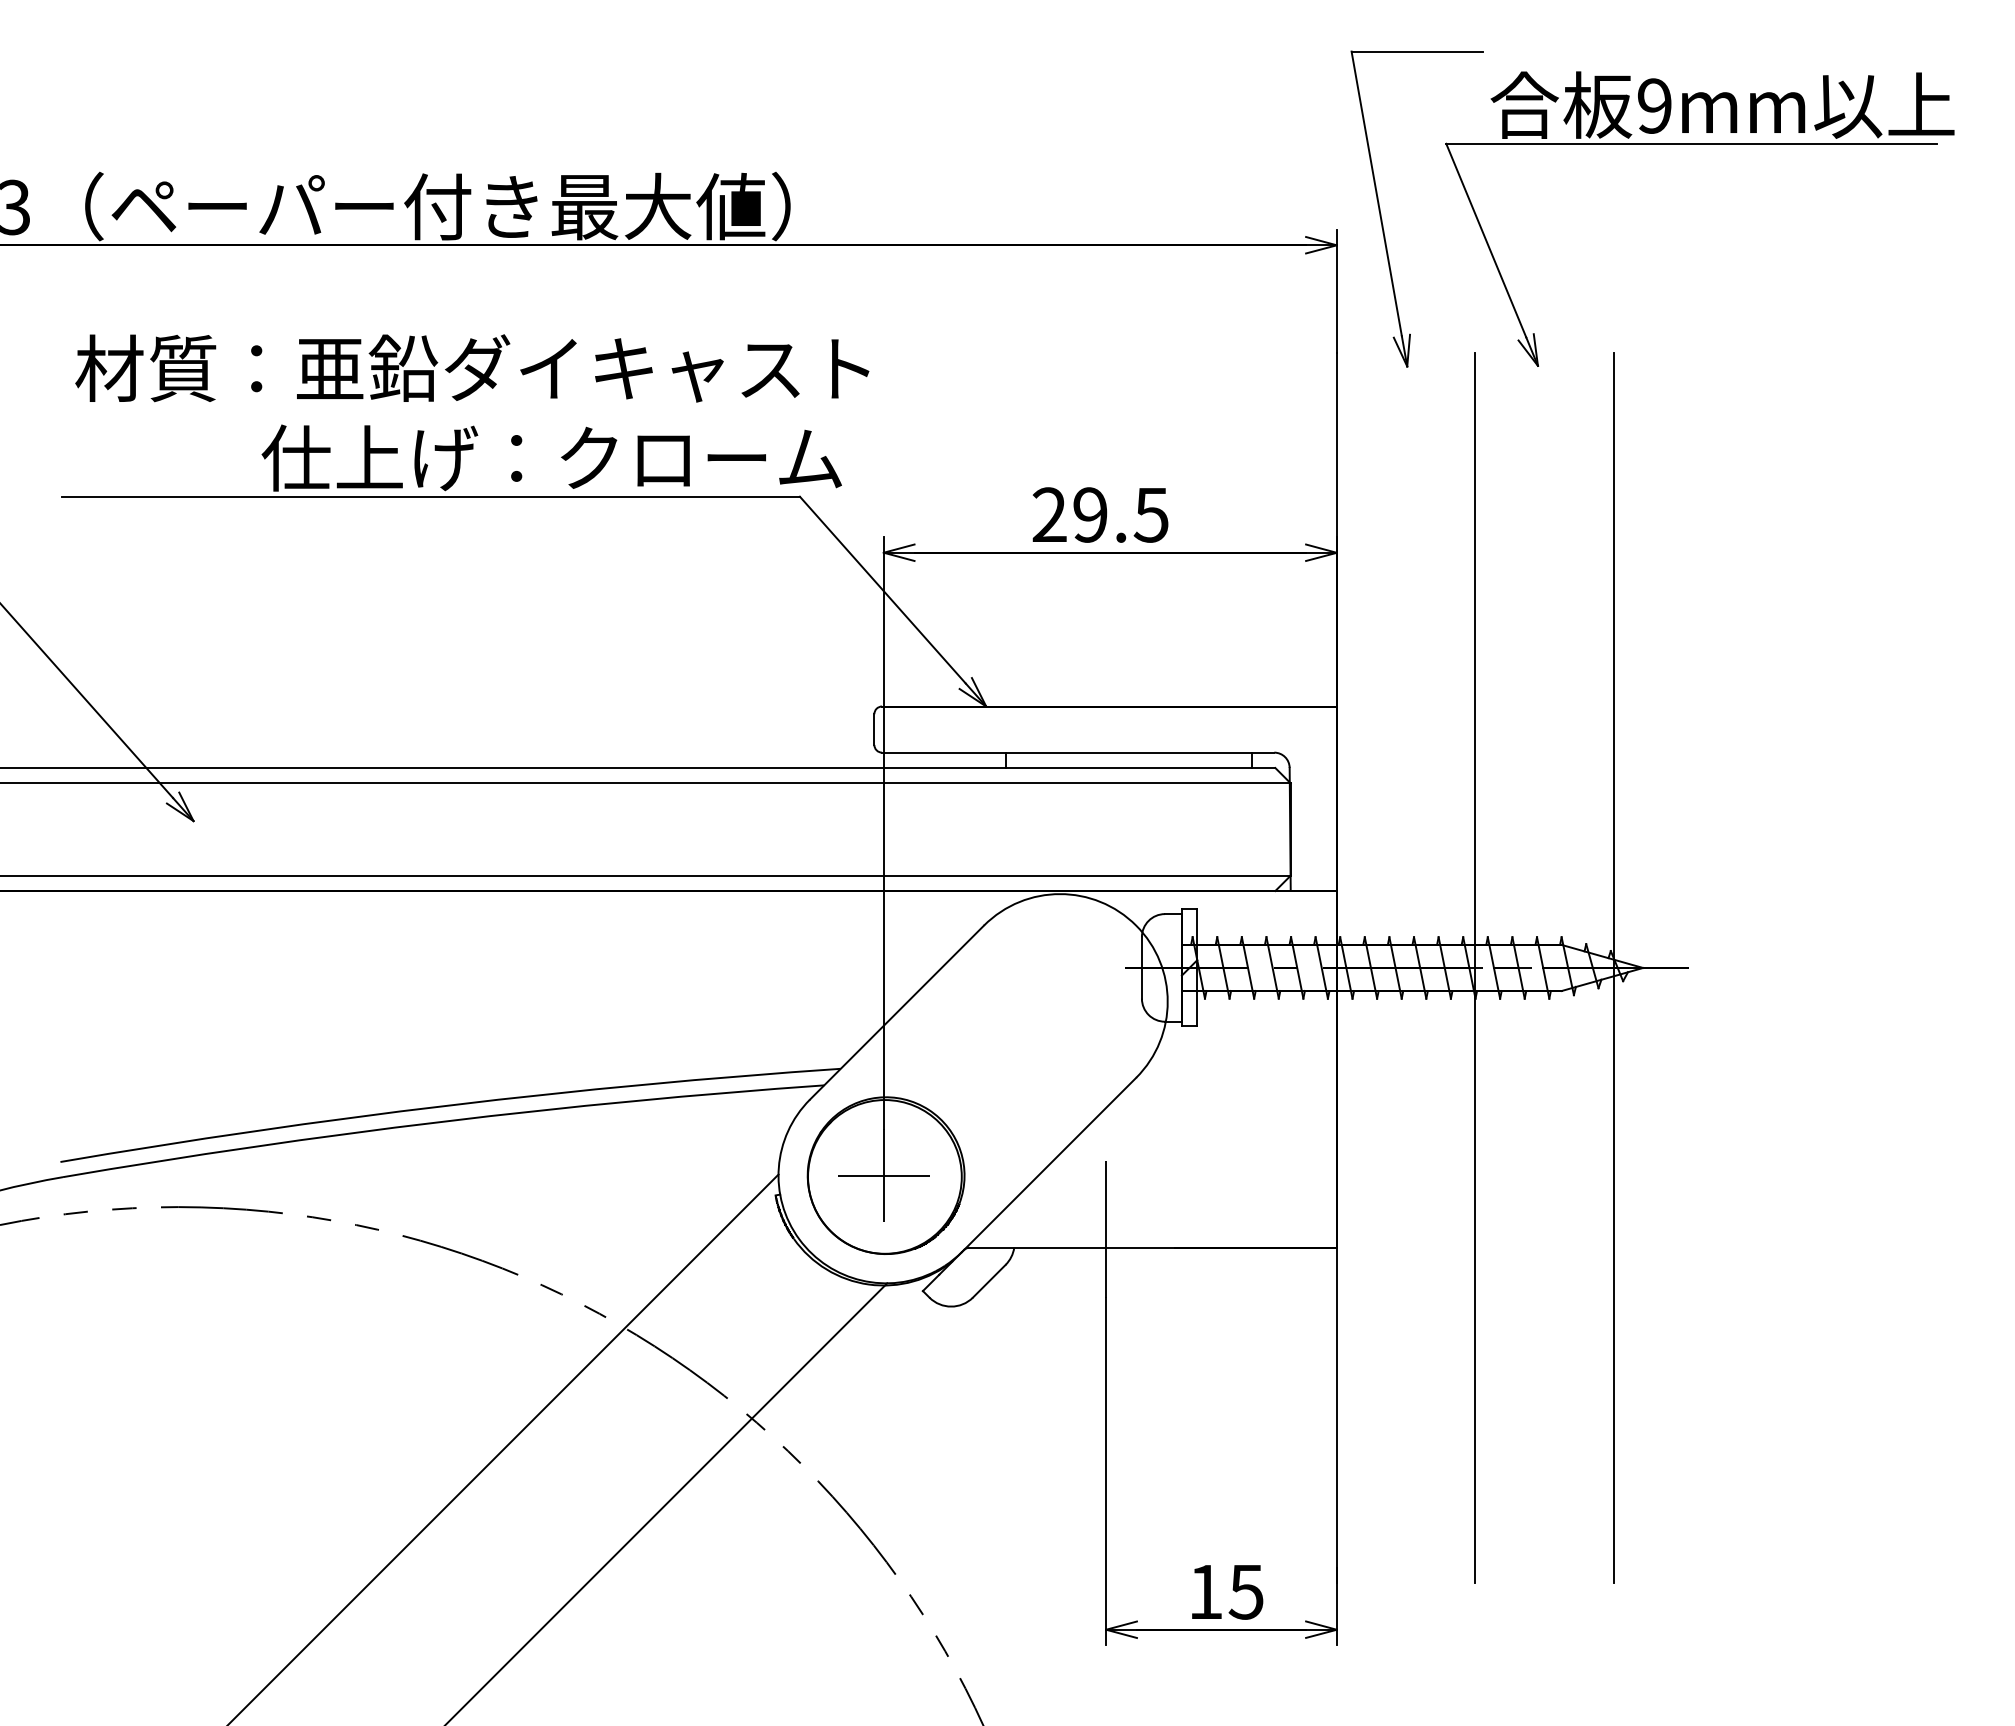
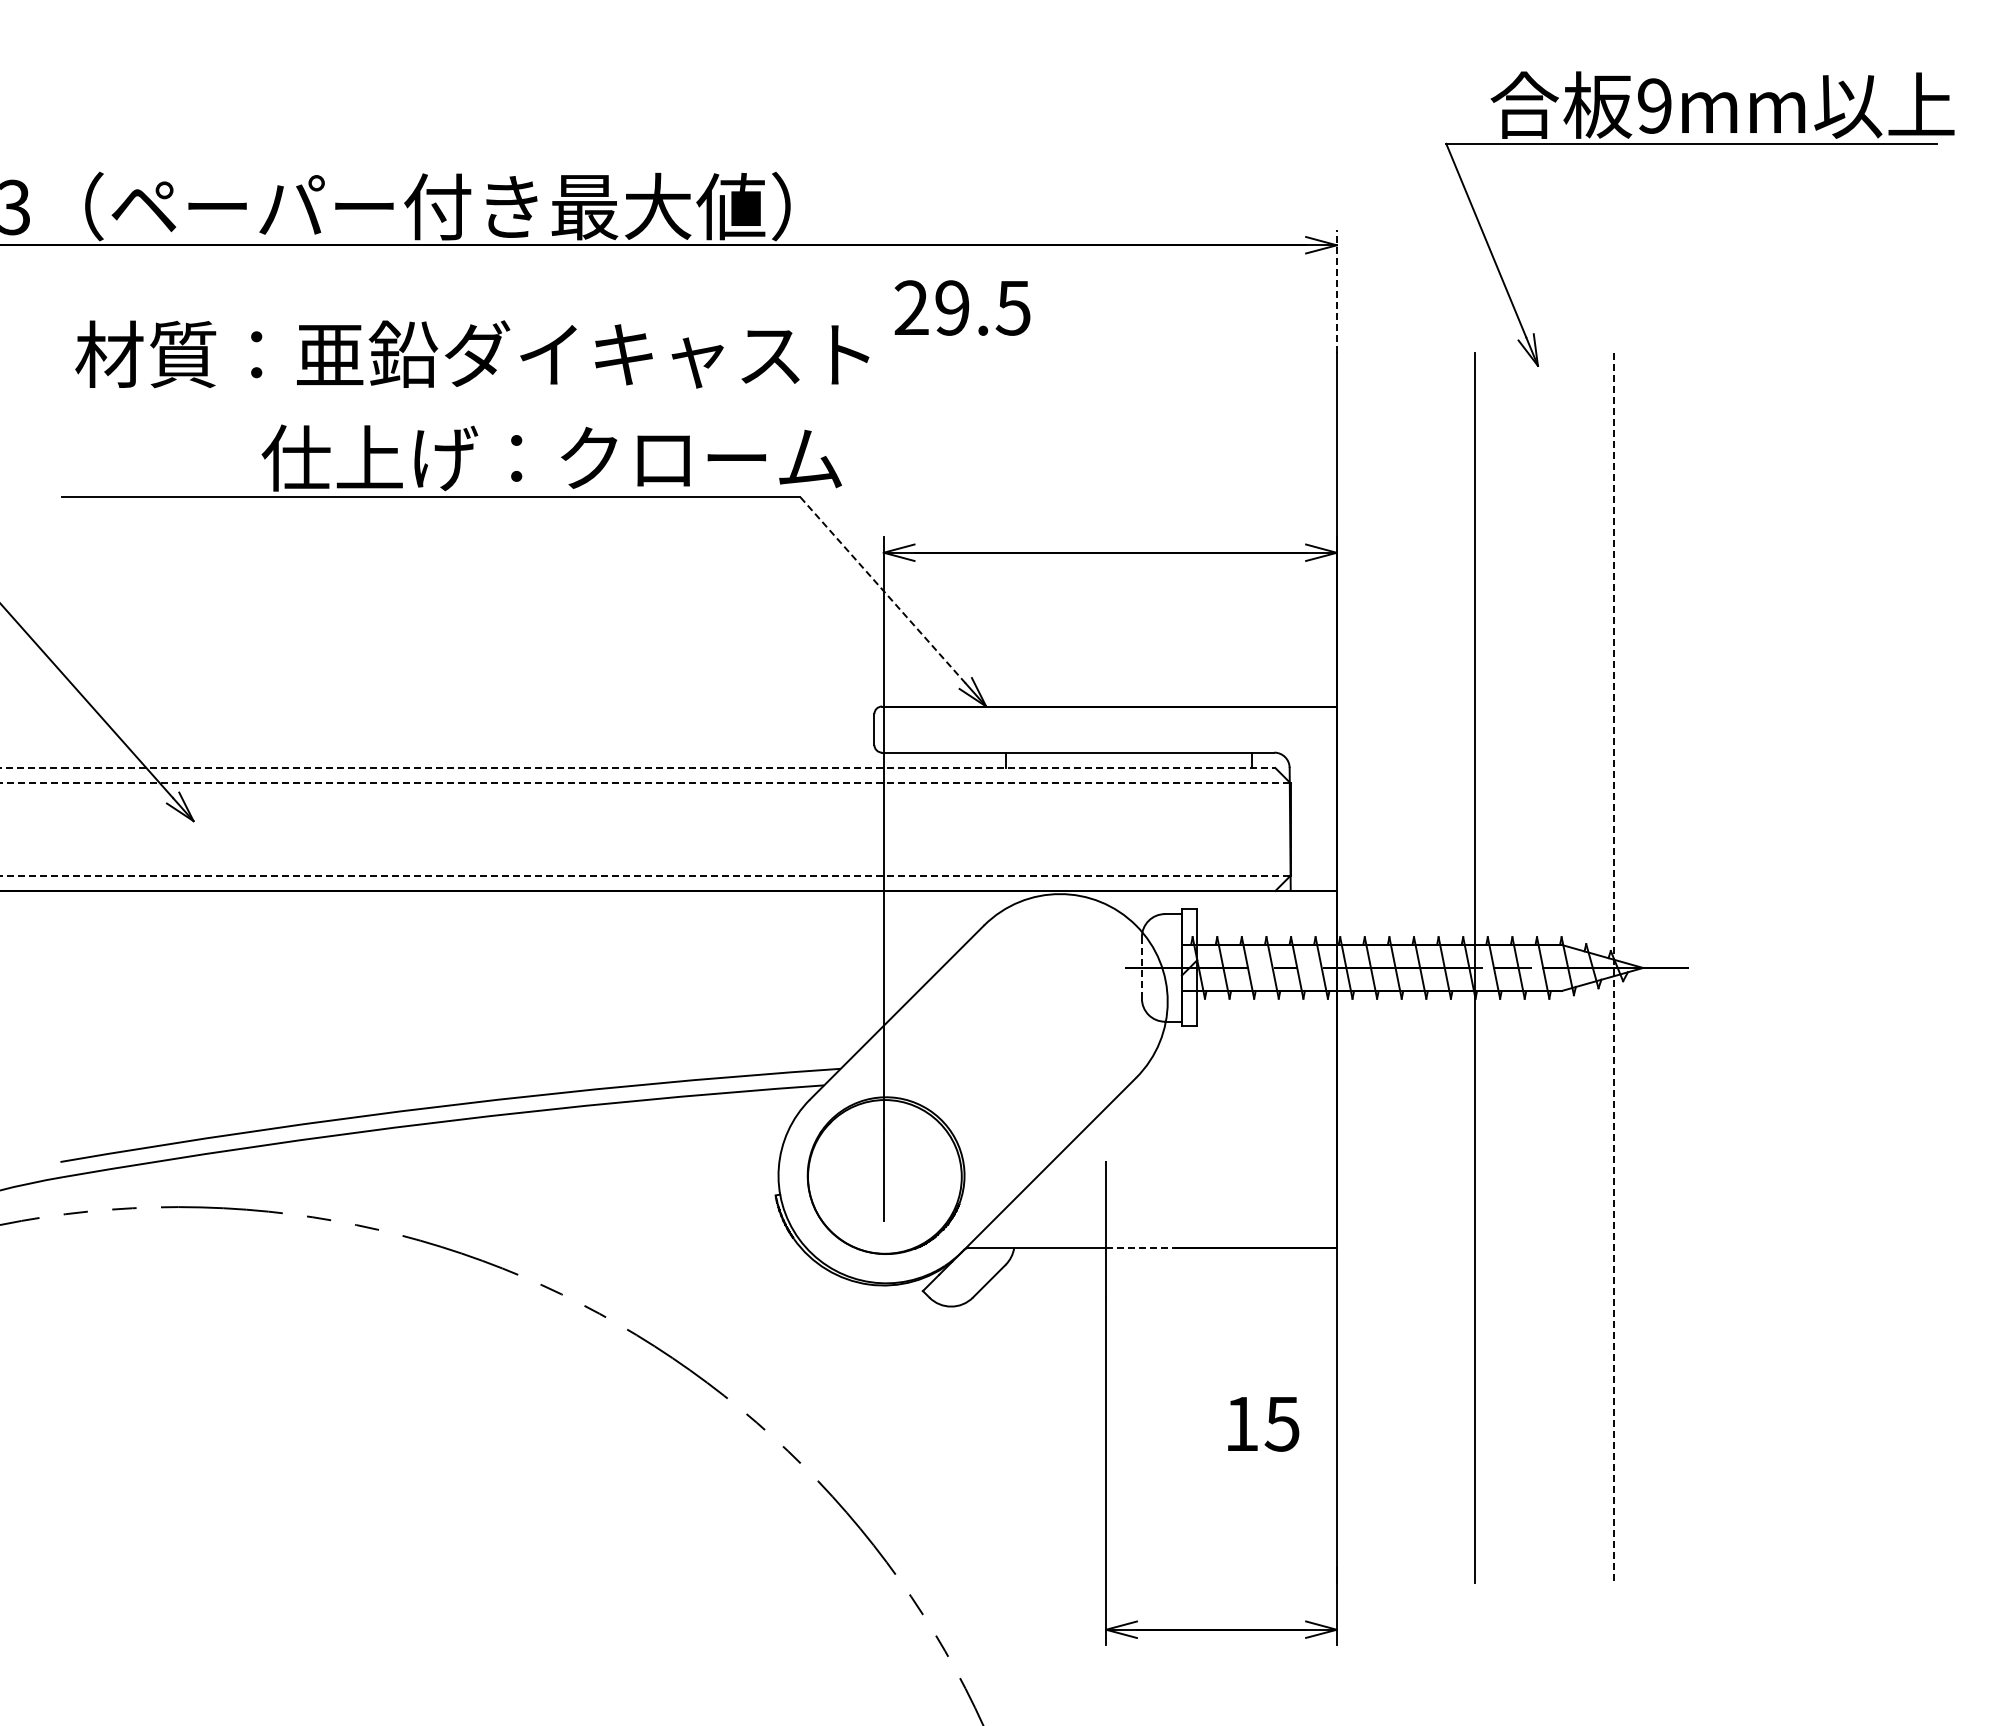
part at (1381, 213): present -> none
line at (1336, 291): solid -> dashed
text at (472, 368) position: (472, 368) -> (472, 354)
text at (1100, 514) position: (1100, 514) -> (962, 307)
line at (882, 590): solid -> dashed
line at (638, 768): solid -> dashed
line at (646, 783): solid -> dashed
line at (646, 875): solid -> dashed
line at (1141, 967): solid -> dashed
line at (1613, 968): solid -> dashed
line at (883, 1175): present -> none
line at (1140, 1247): solid -> dashed
line at (504, 1448): present -> none
line at (667, 1502): present -> none
text at (1227, 1592) position: (1227, 1592) -> (1263, 1424)
